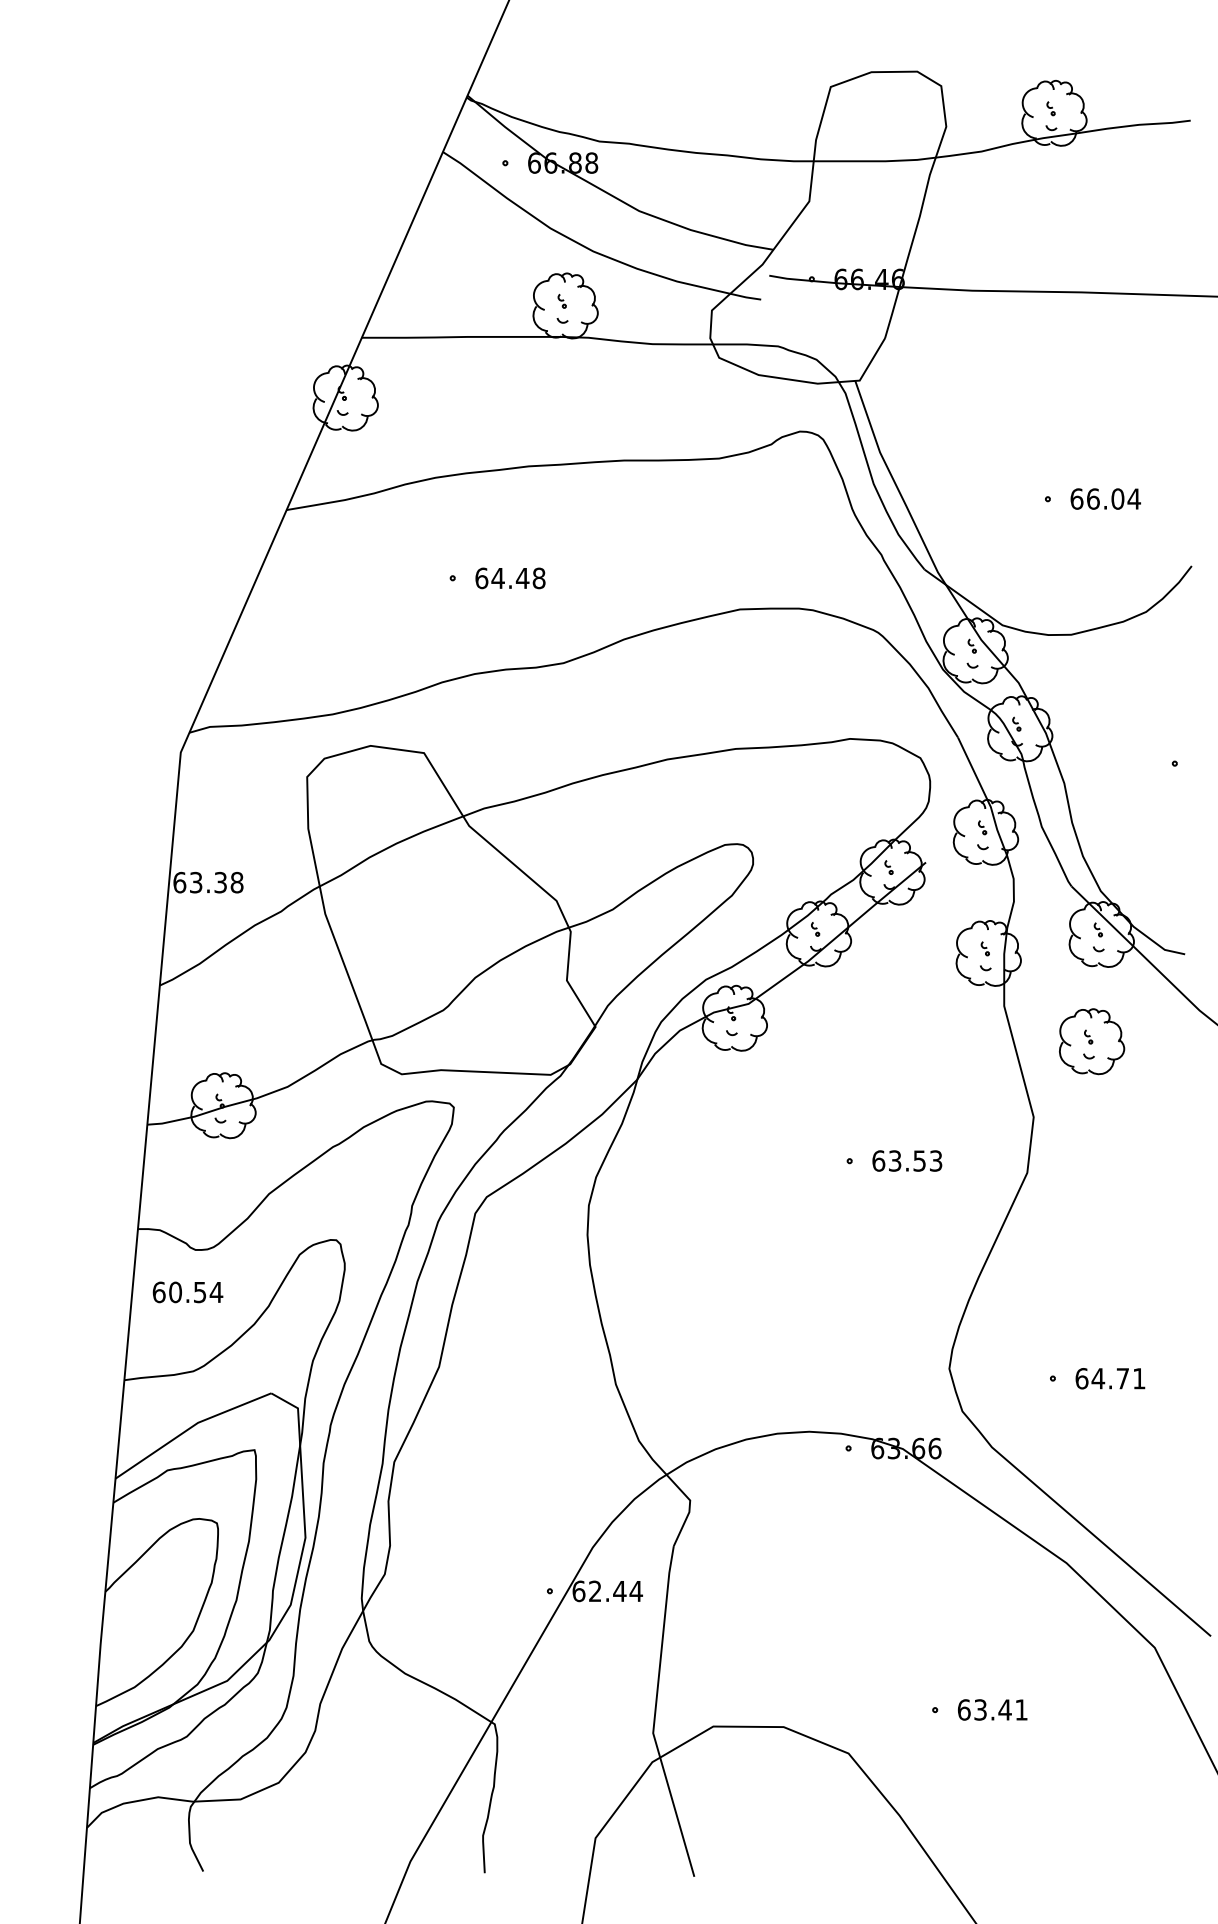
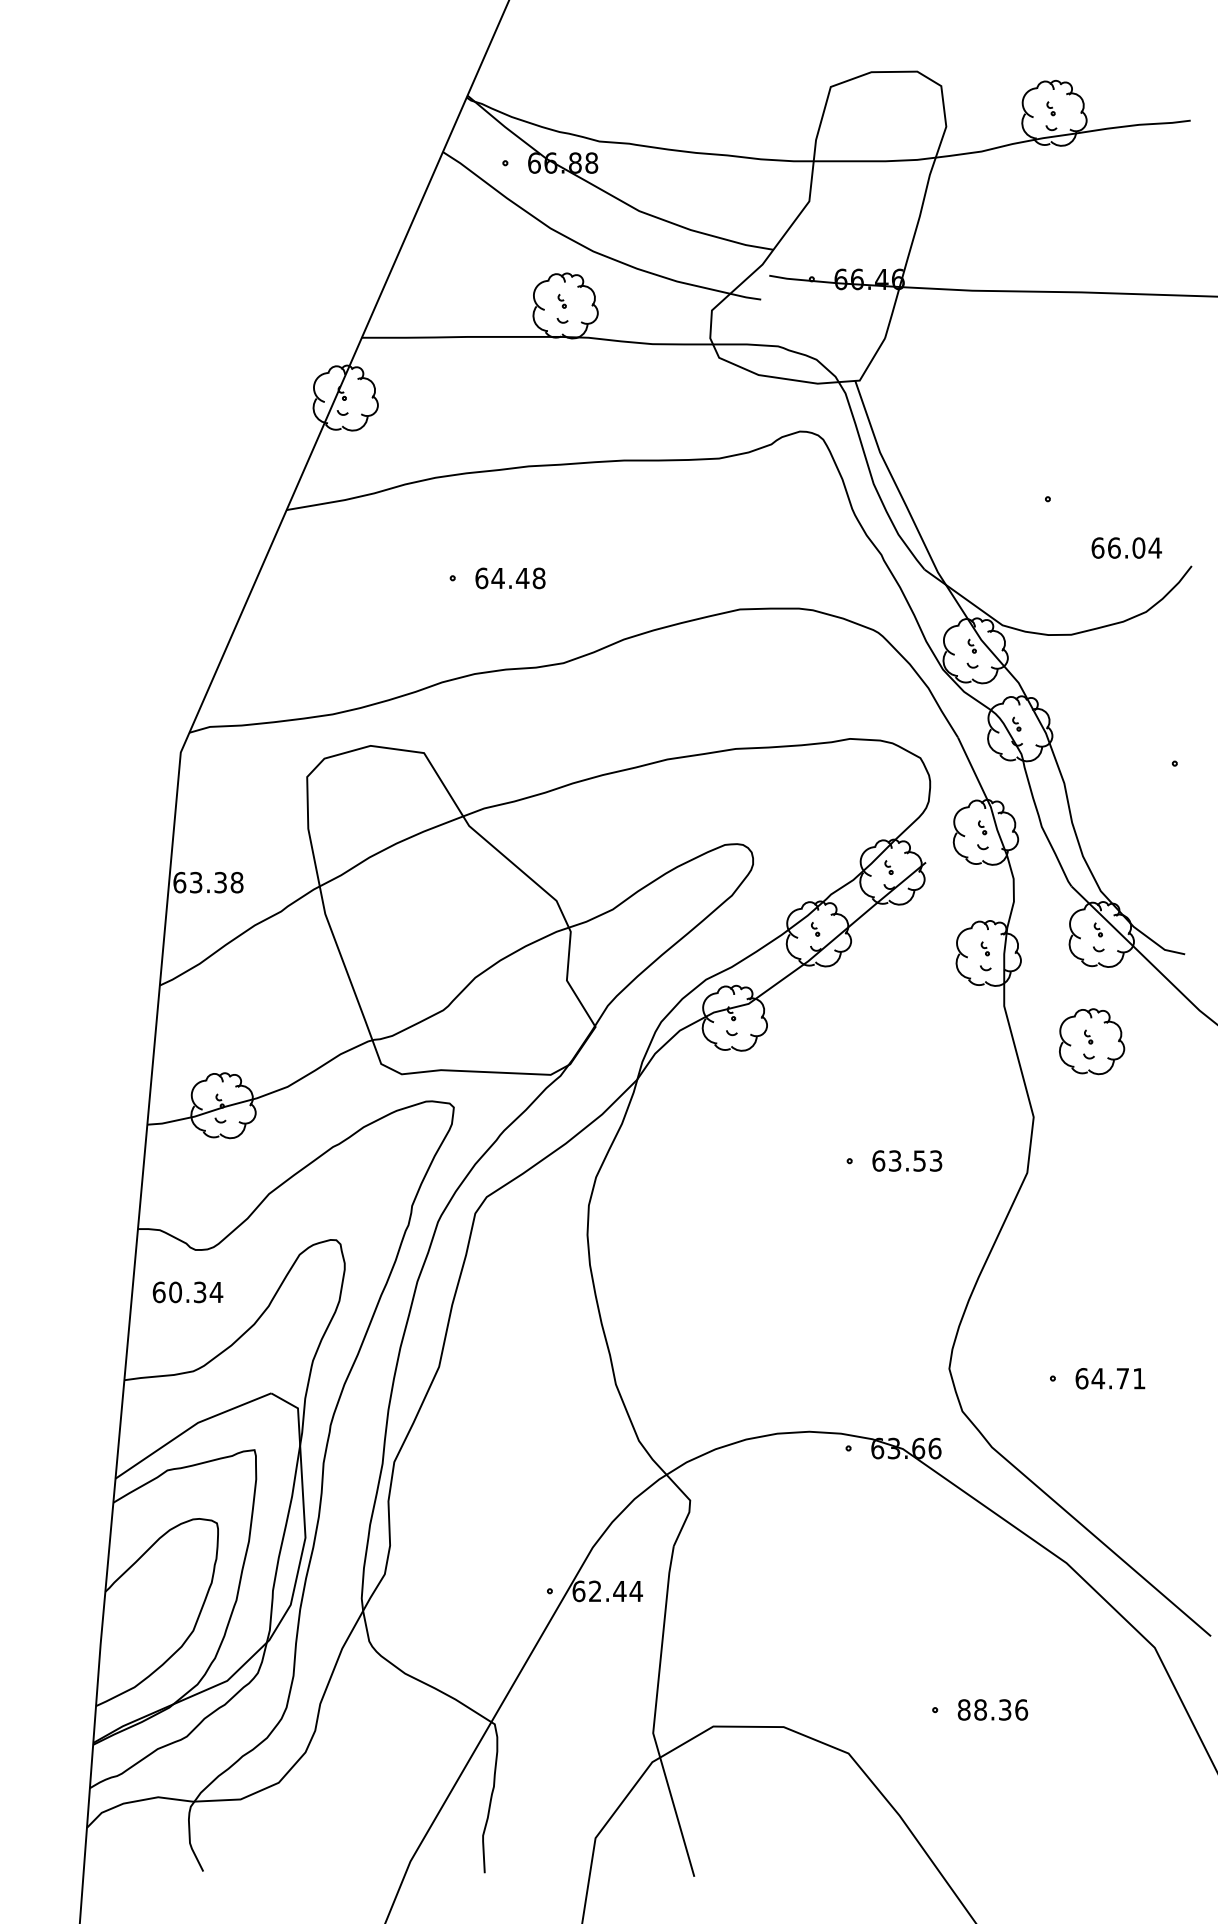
text at (1105, 498) position: (1105, 498) -> (1126, 547)
text at (200, 1291): 60.54 -> 60.34
text at (992, 1709): 63.41 -> 88.36
